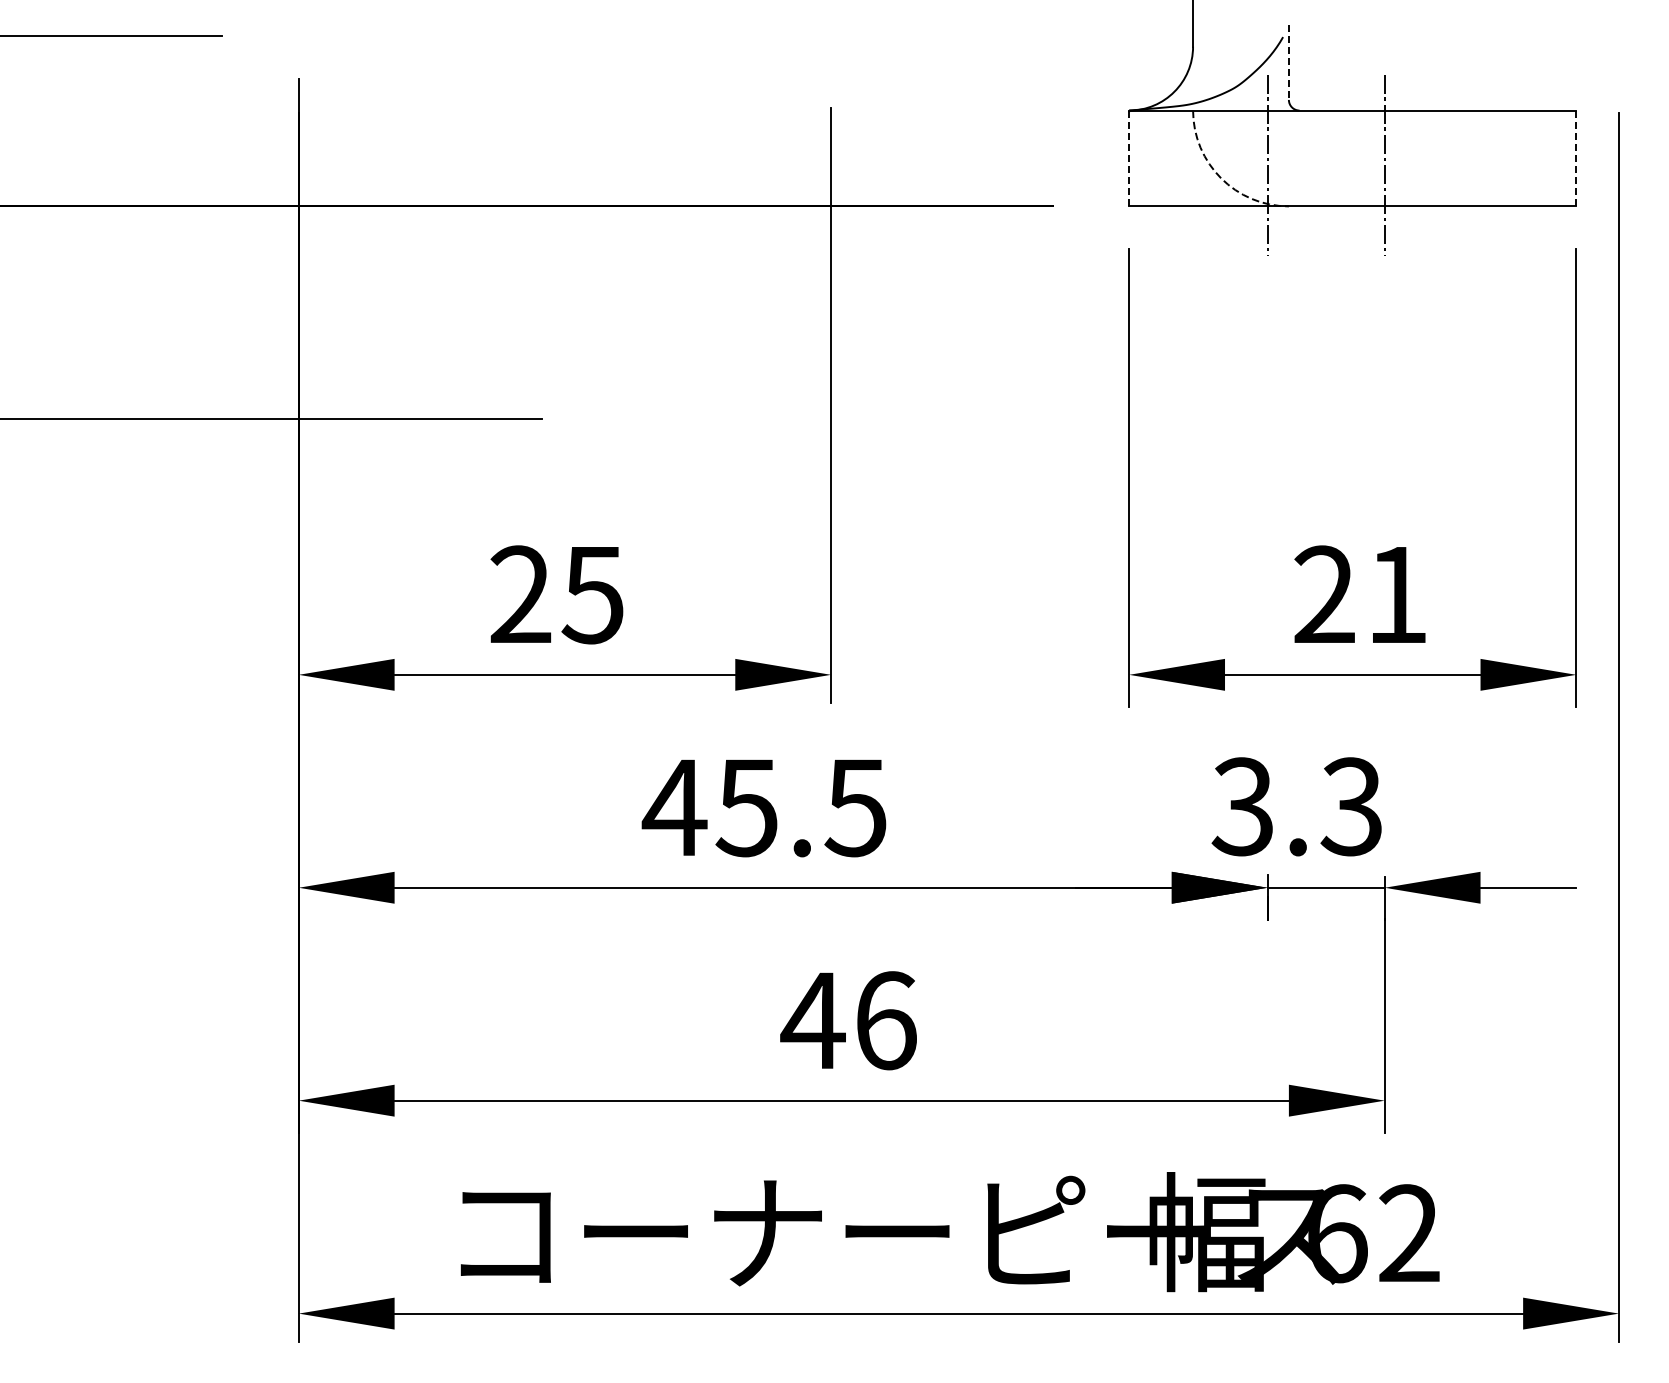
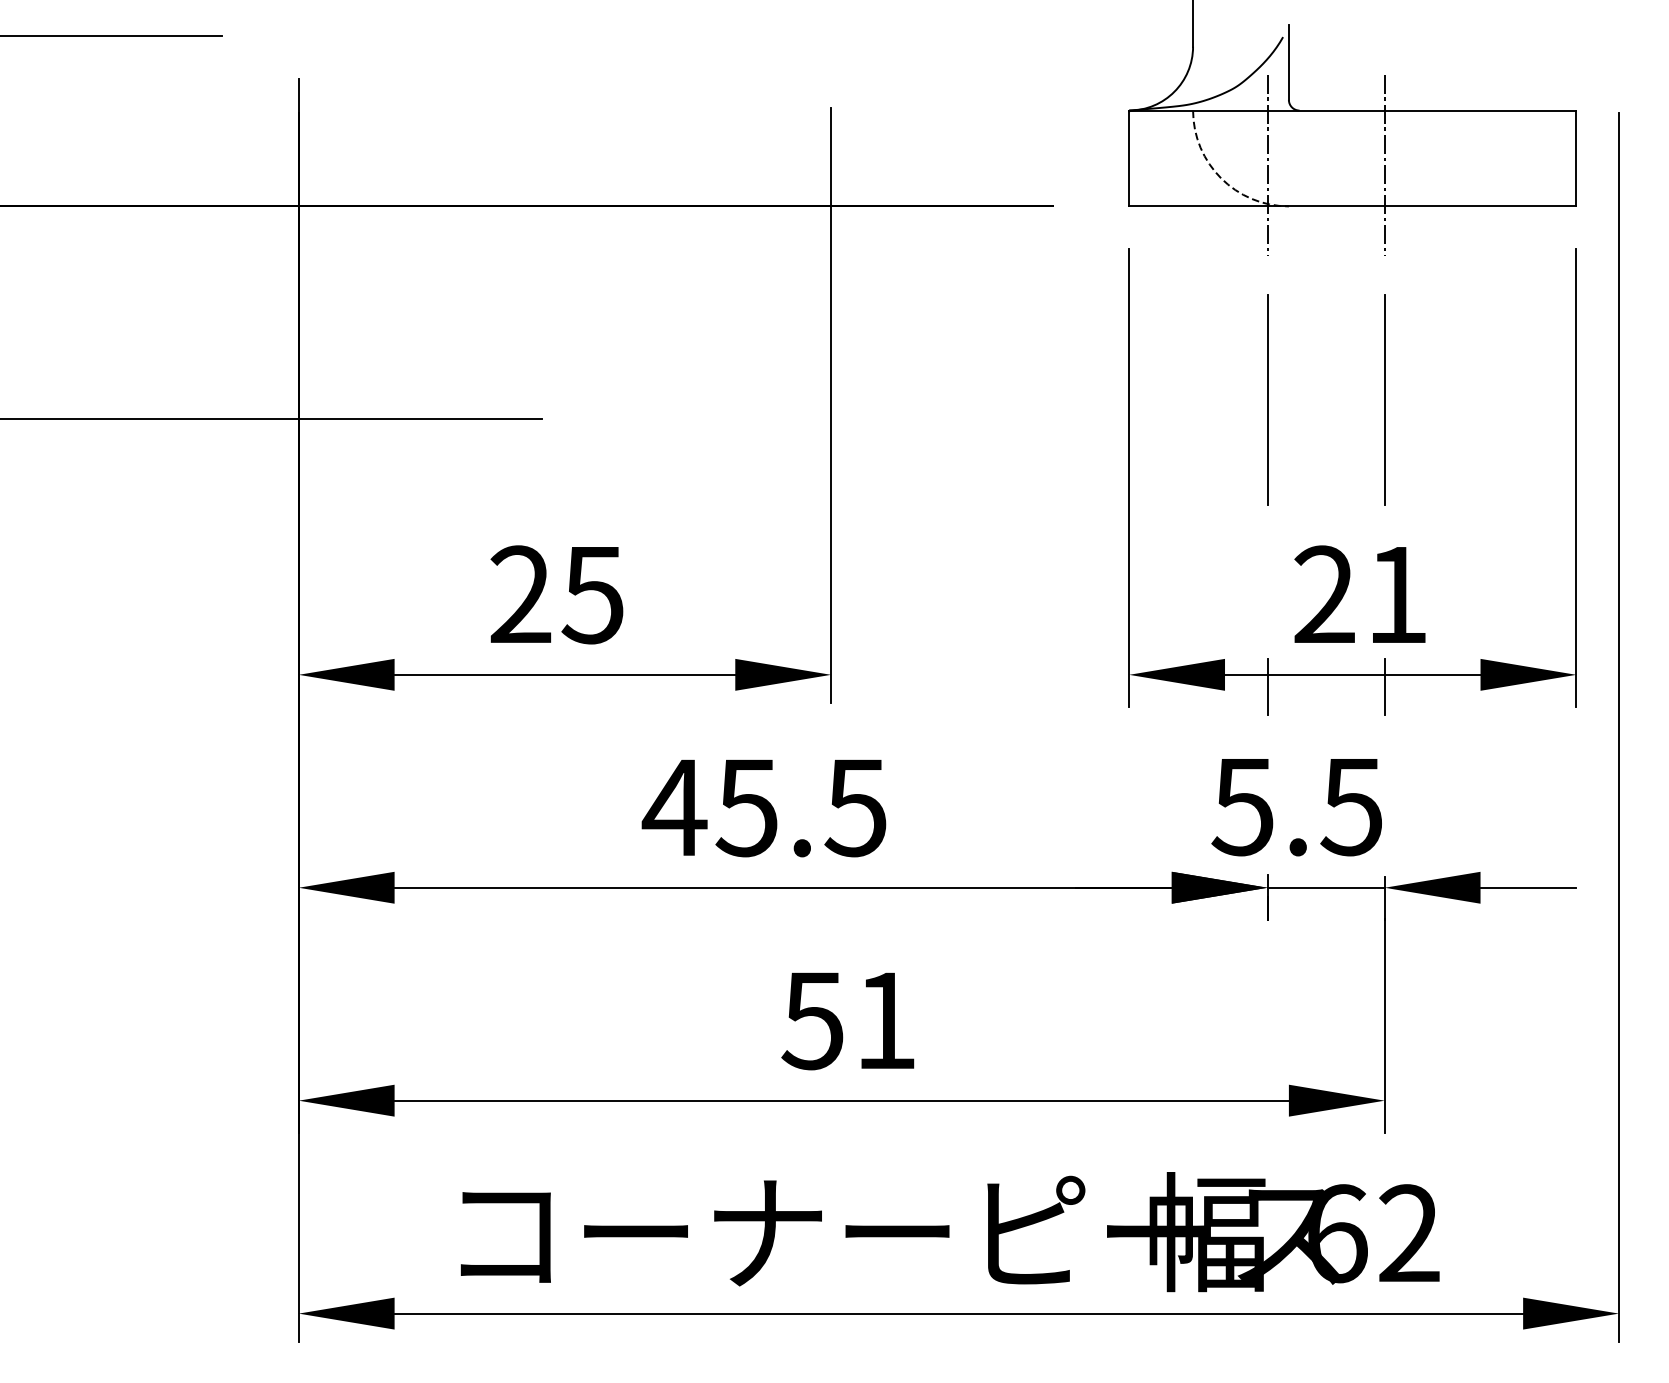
line at (1288, 63): dashed -> solid
line at (1129, 158): dashed -> solid
line at (1576, 158): dashed -> solid
line at (1267, 399): none -> present
line at (1384, 399): none -> present
line at (1267, 686): none -> present
line at (1384, 686): none -> present
text at (1296, 806): 3.3 -> 5.5
text at (848, 1020): 46 -> 51
